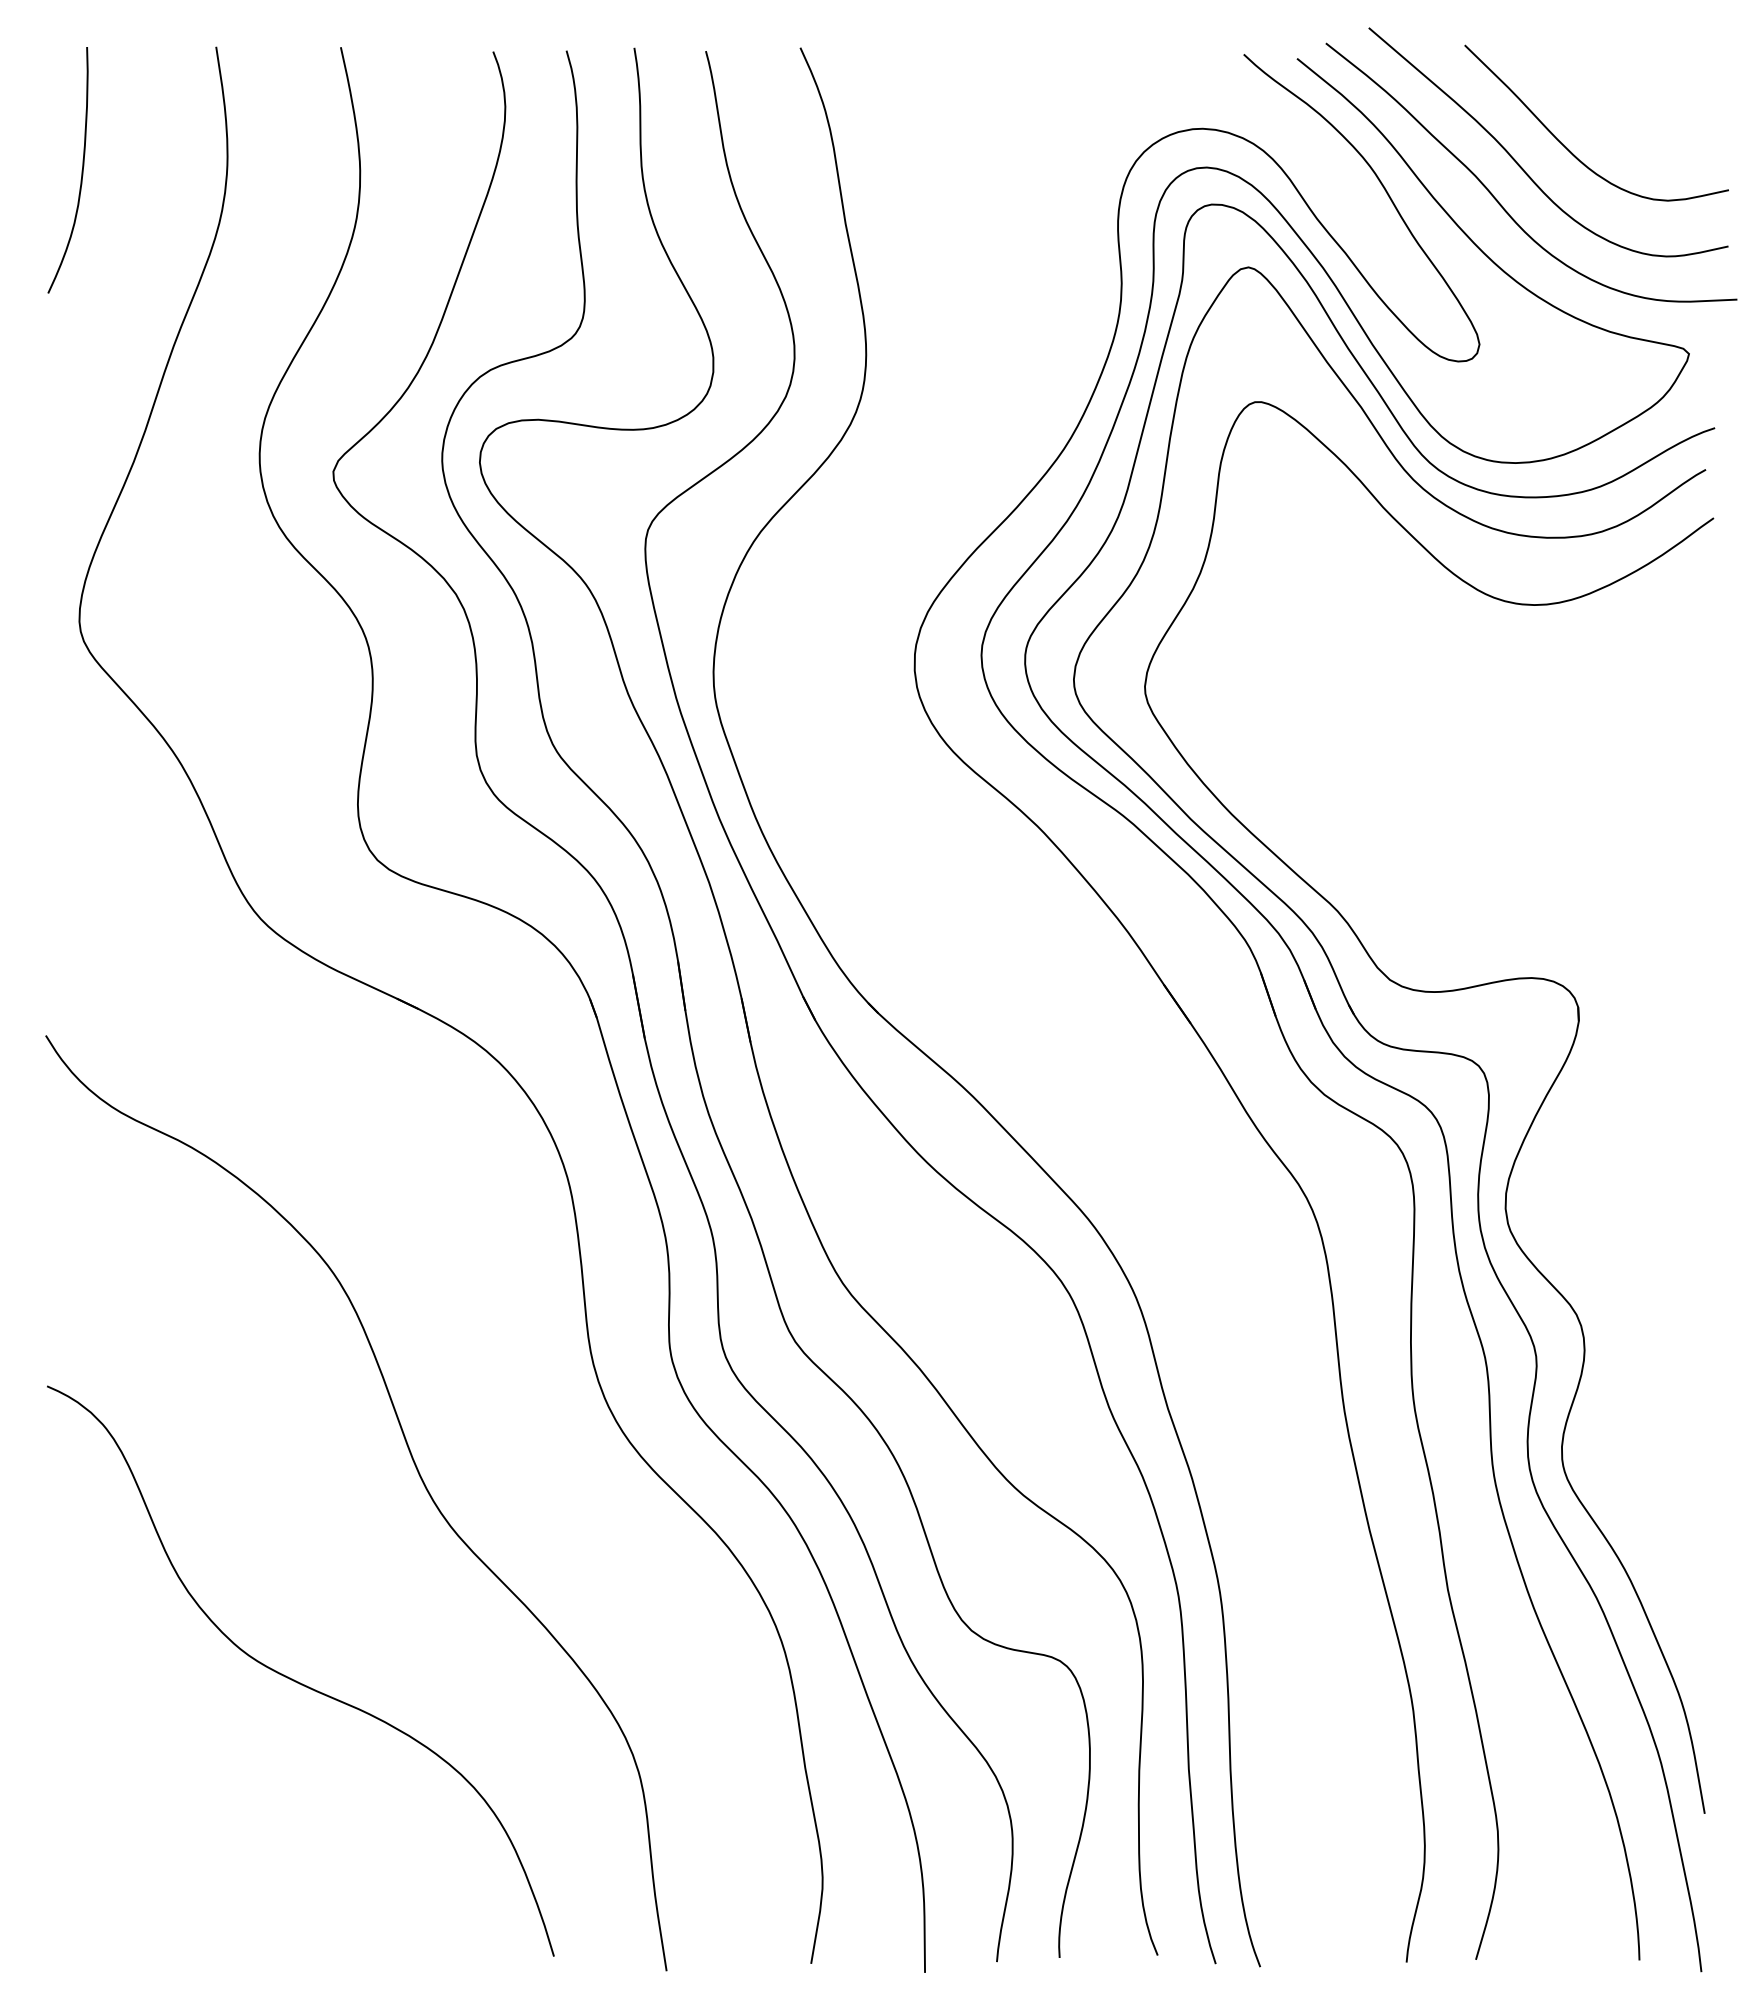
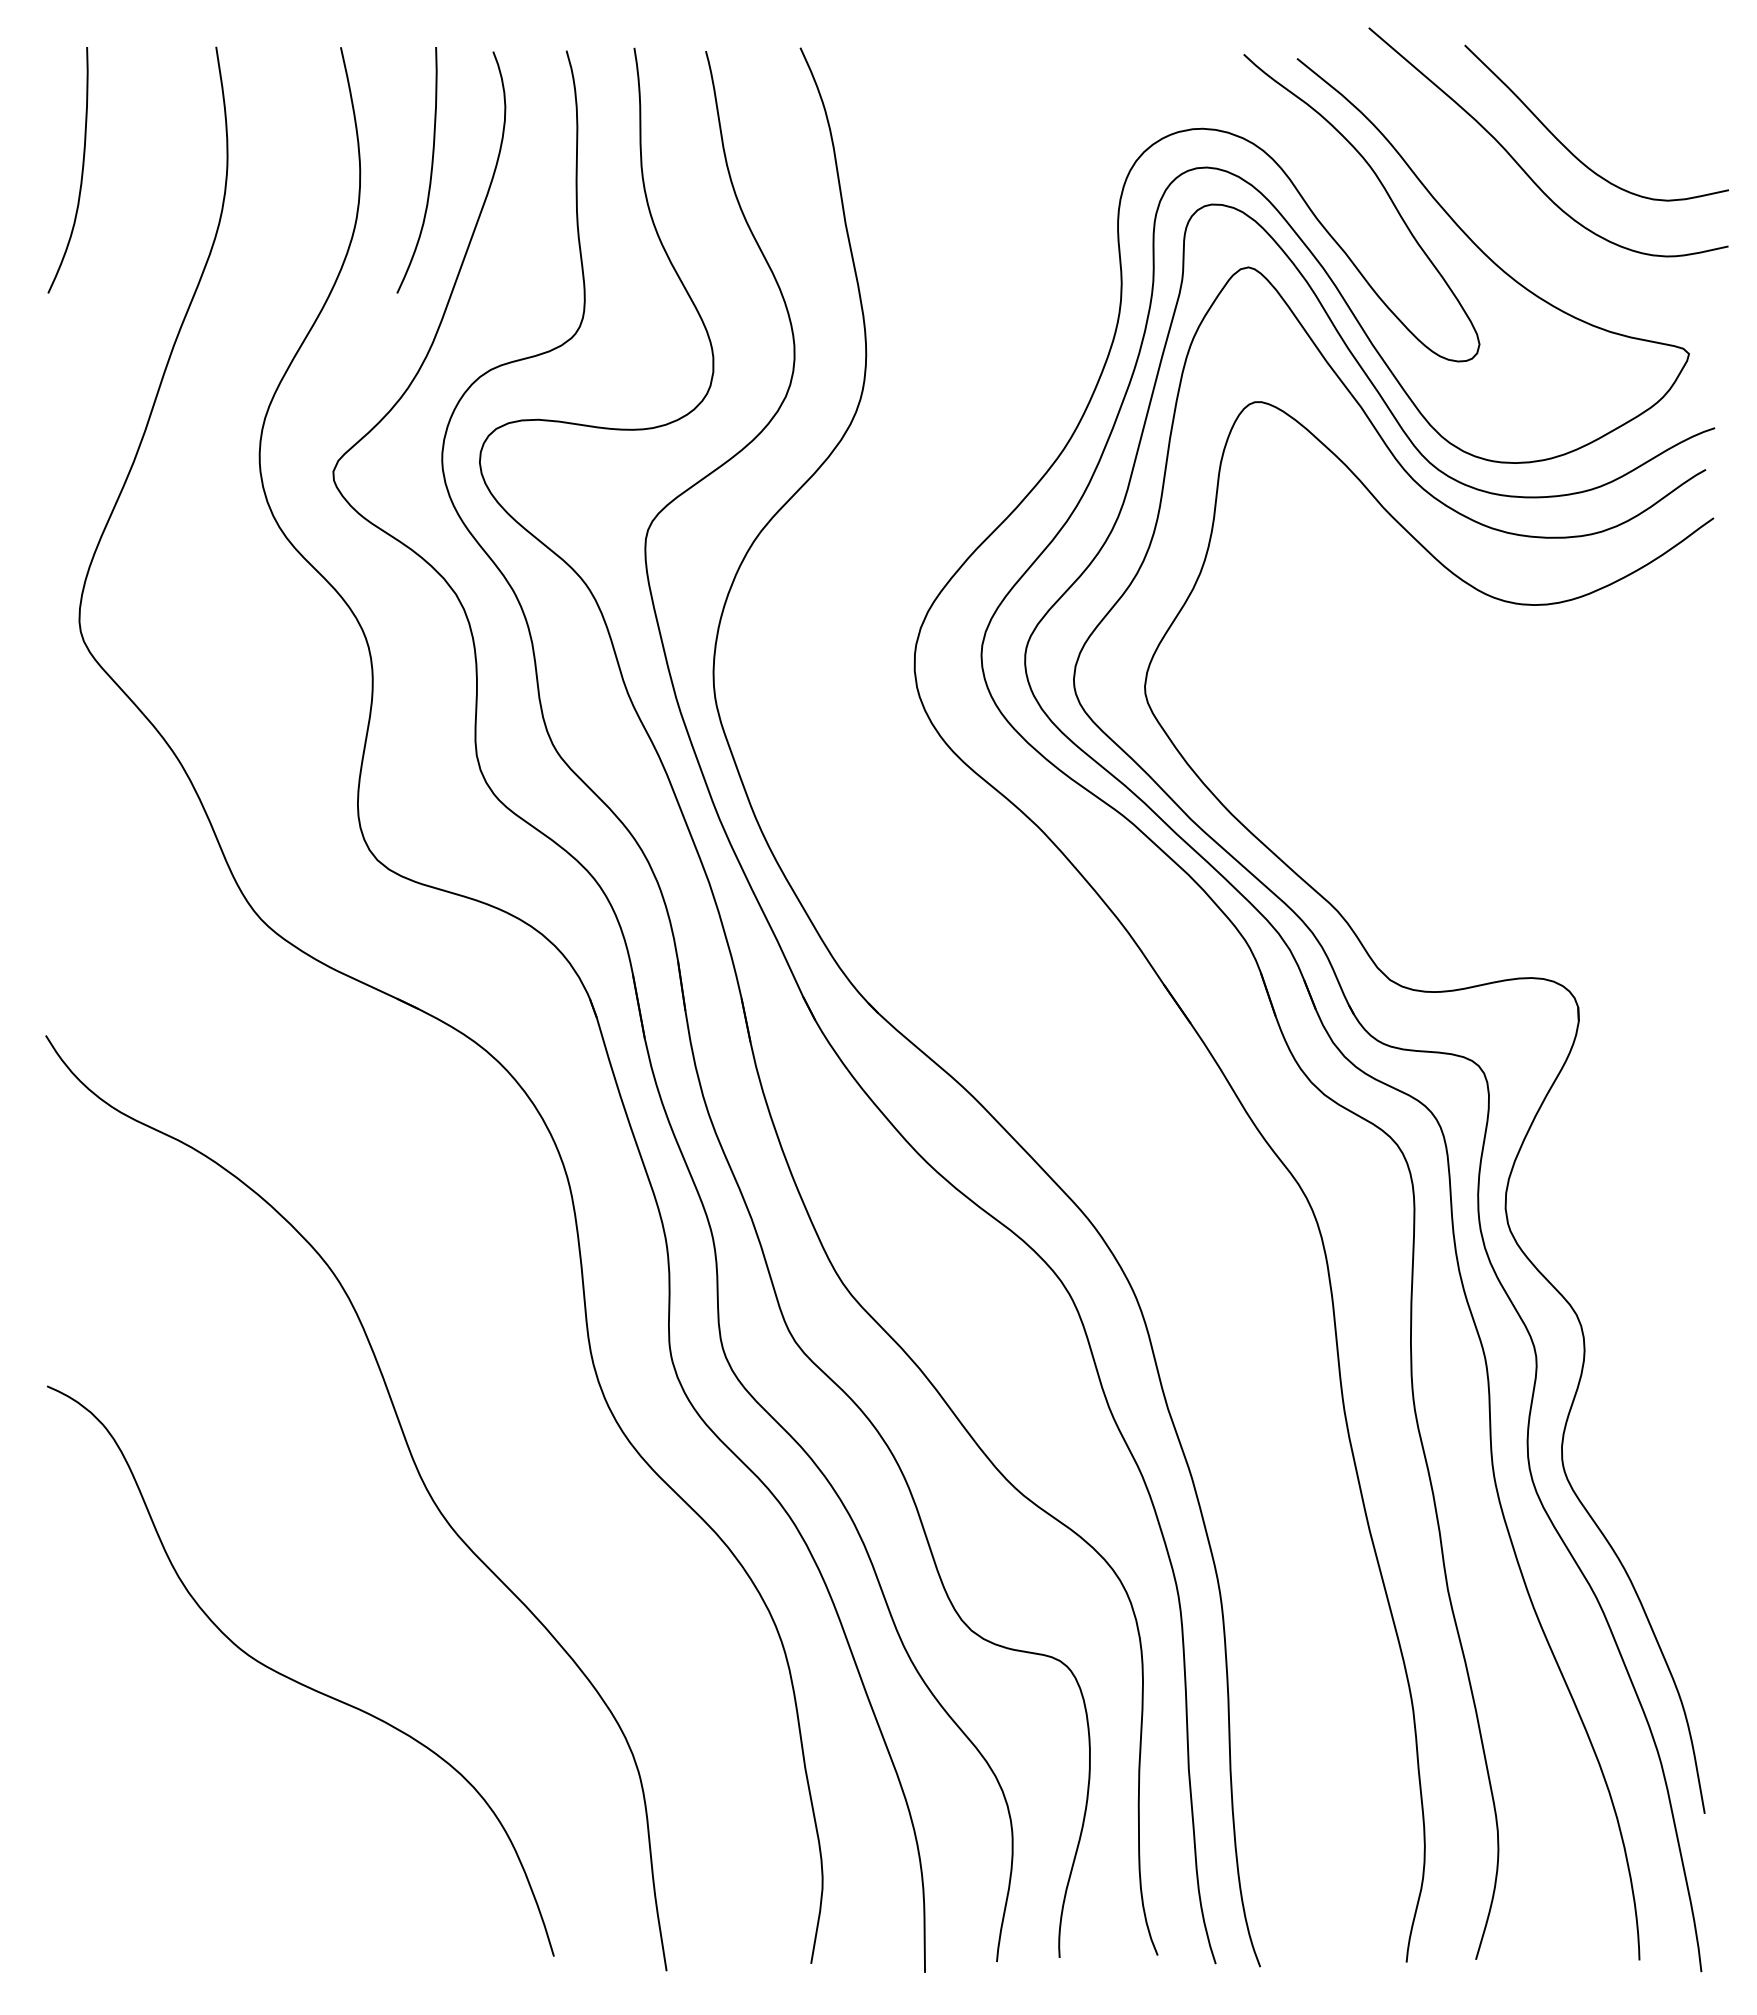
curve at (430, 170): none -> present
curve at (1498, 200): present -> none
